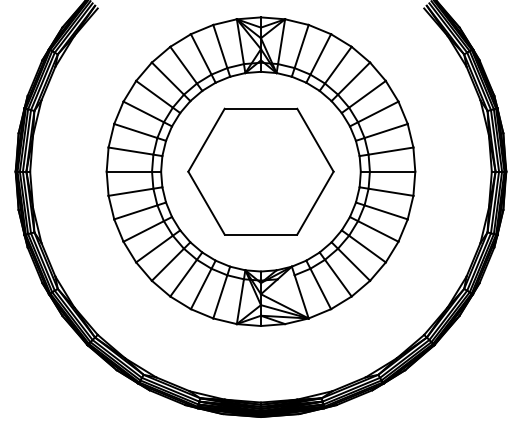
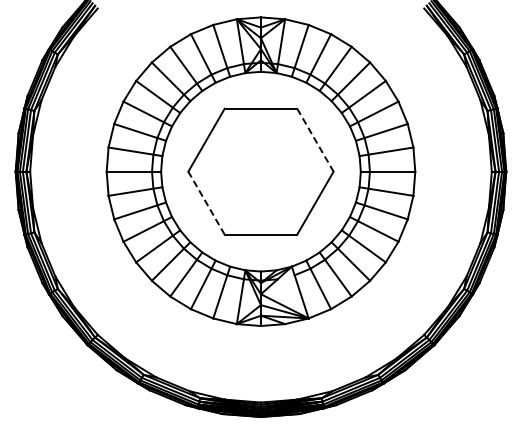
line at (315, 140): solid -> dashed
line at (206, 202): solid -> dashed
